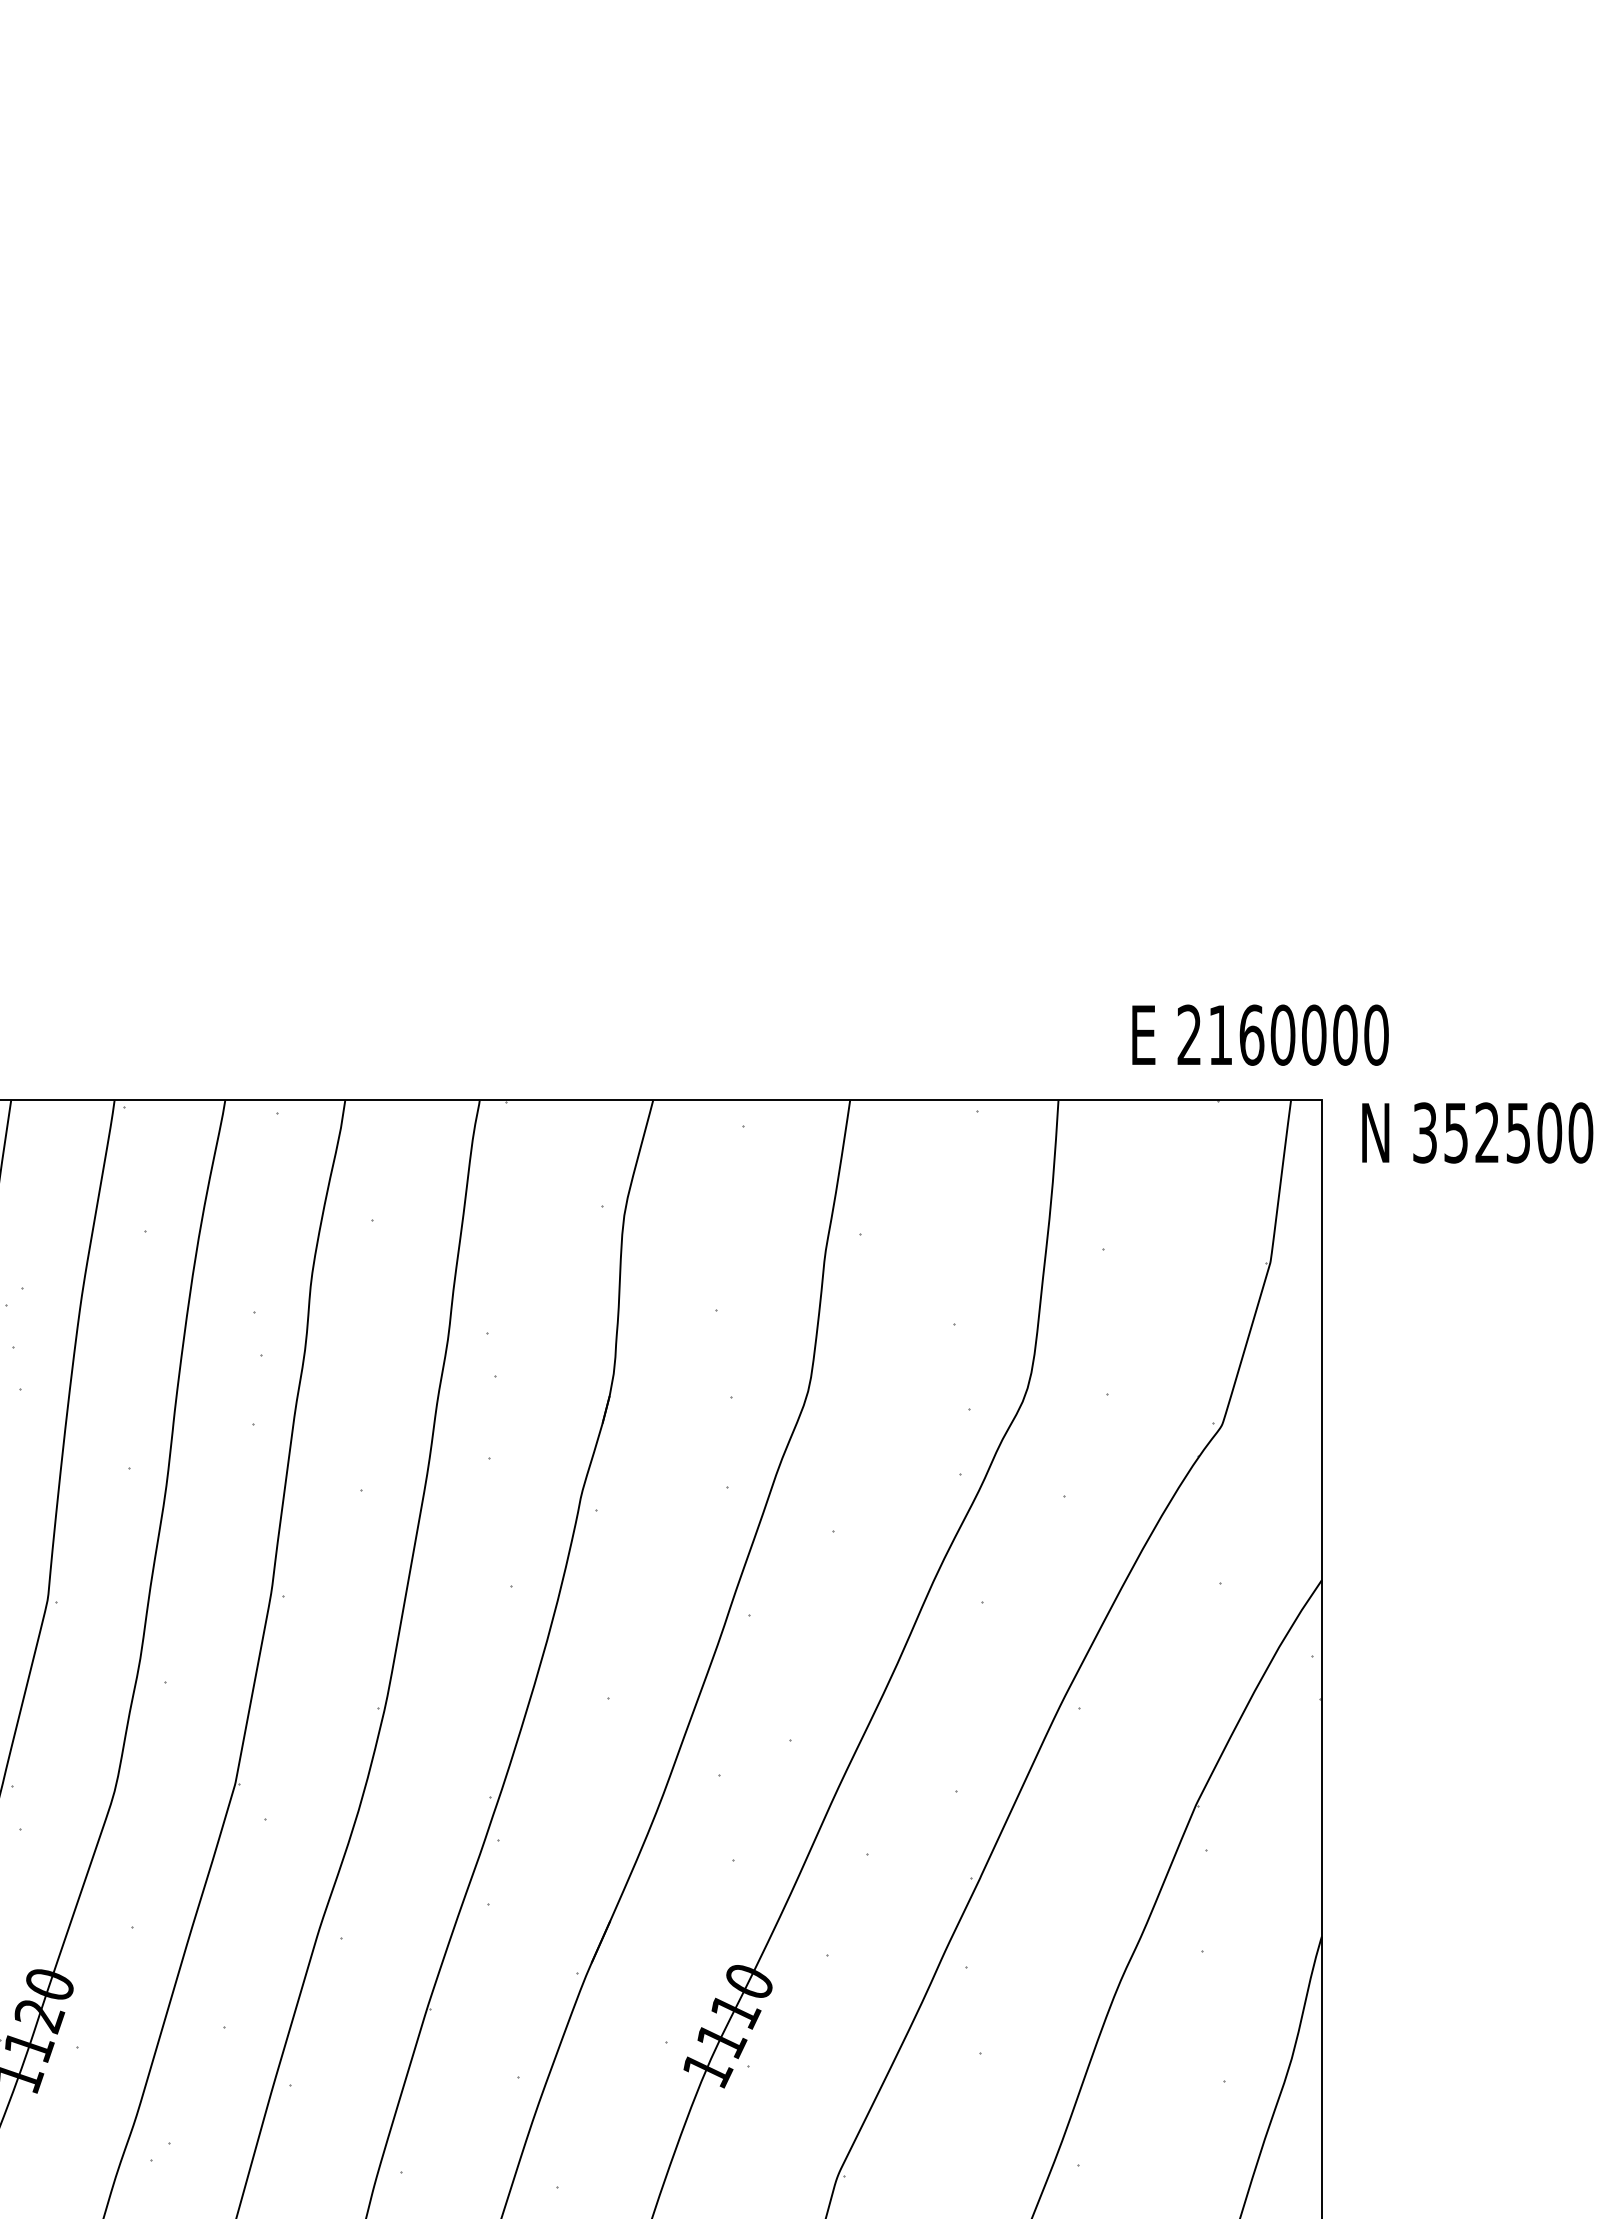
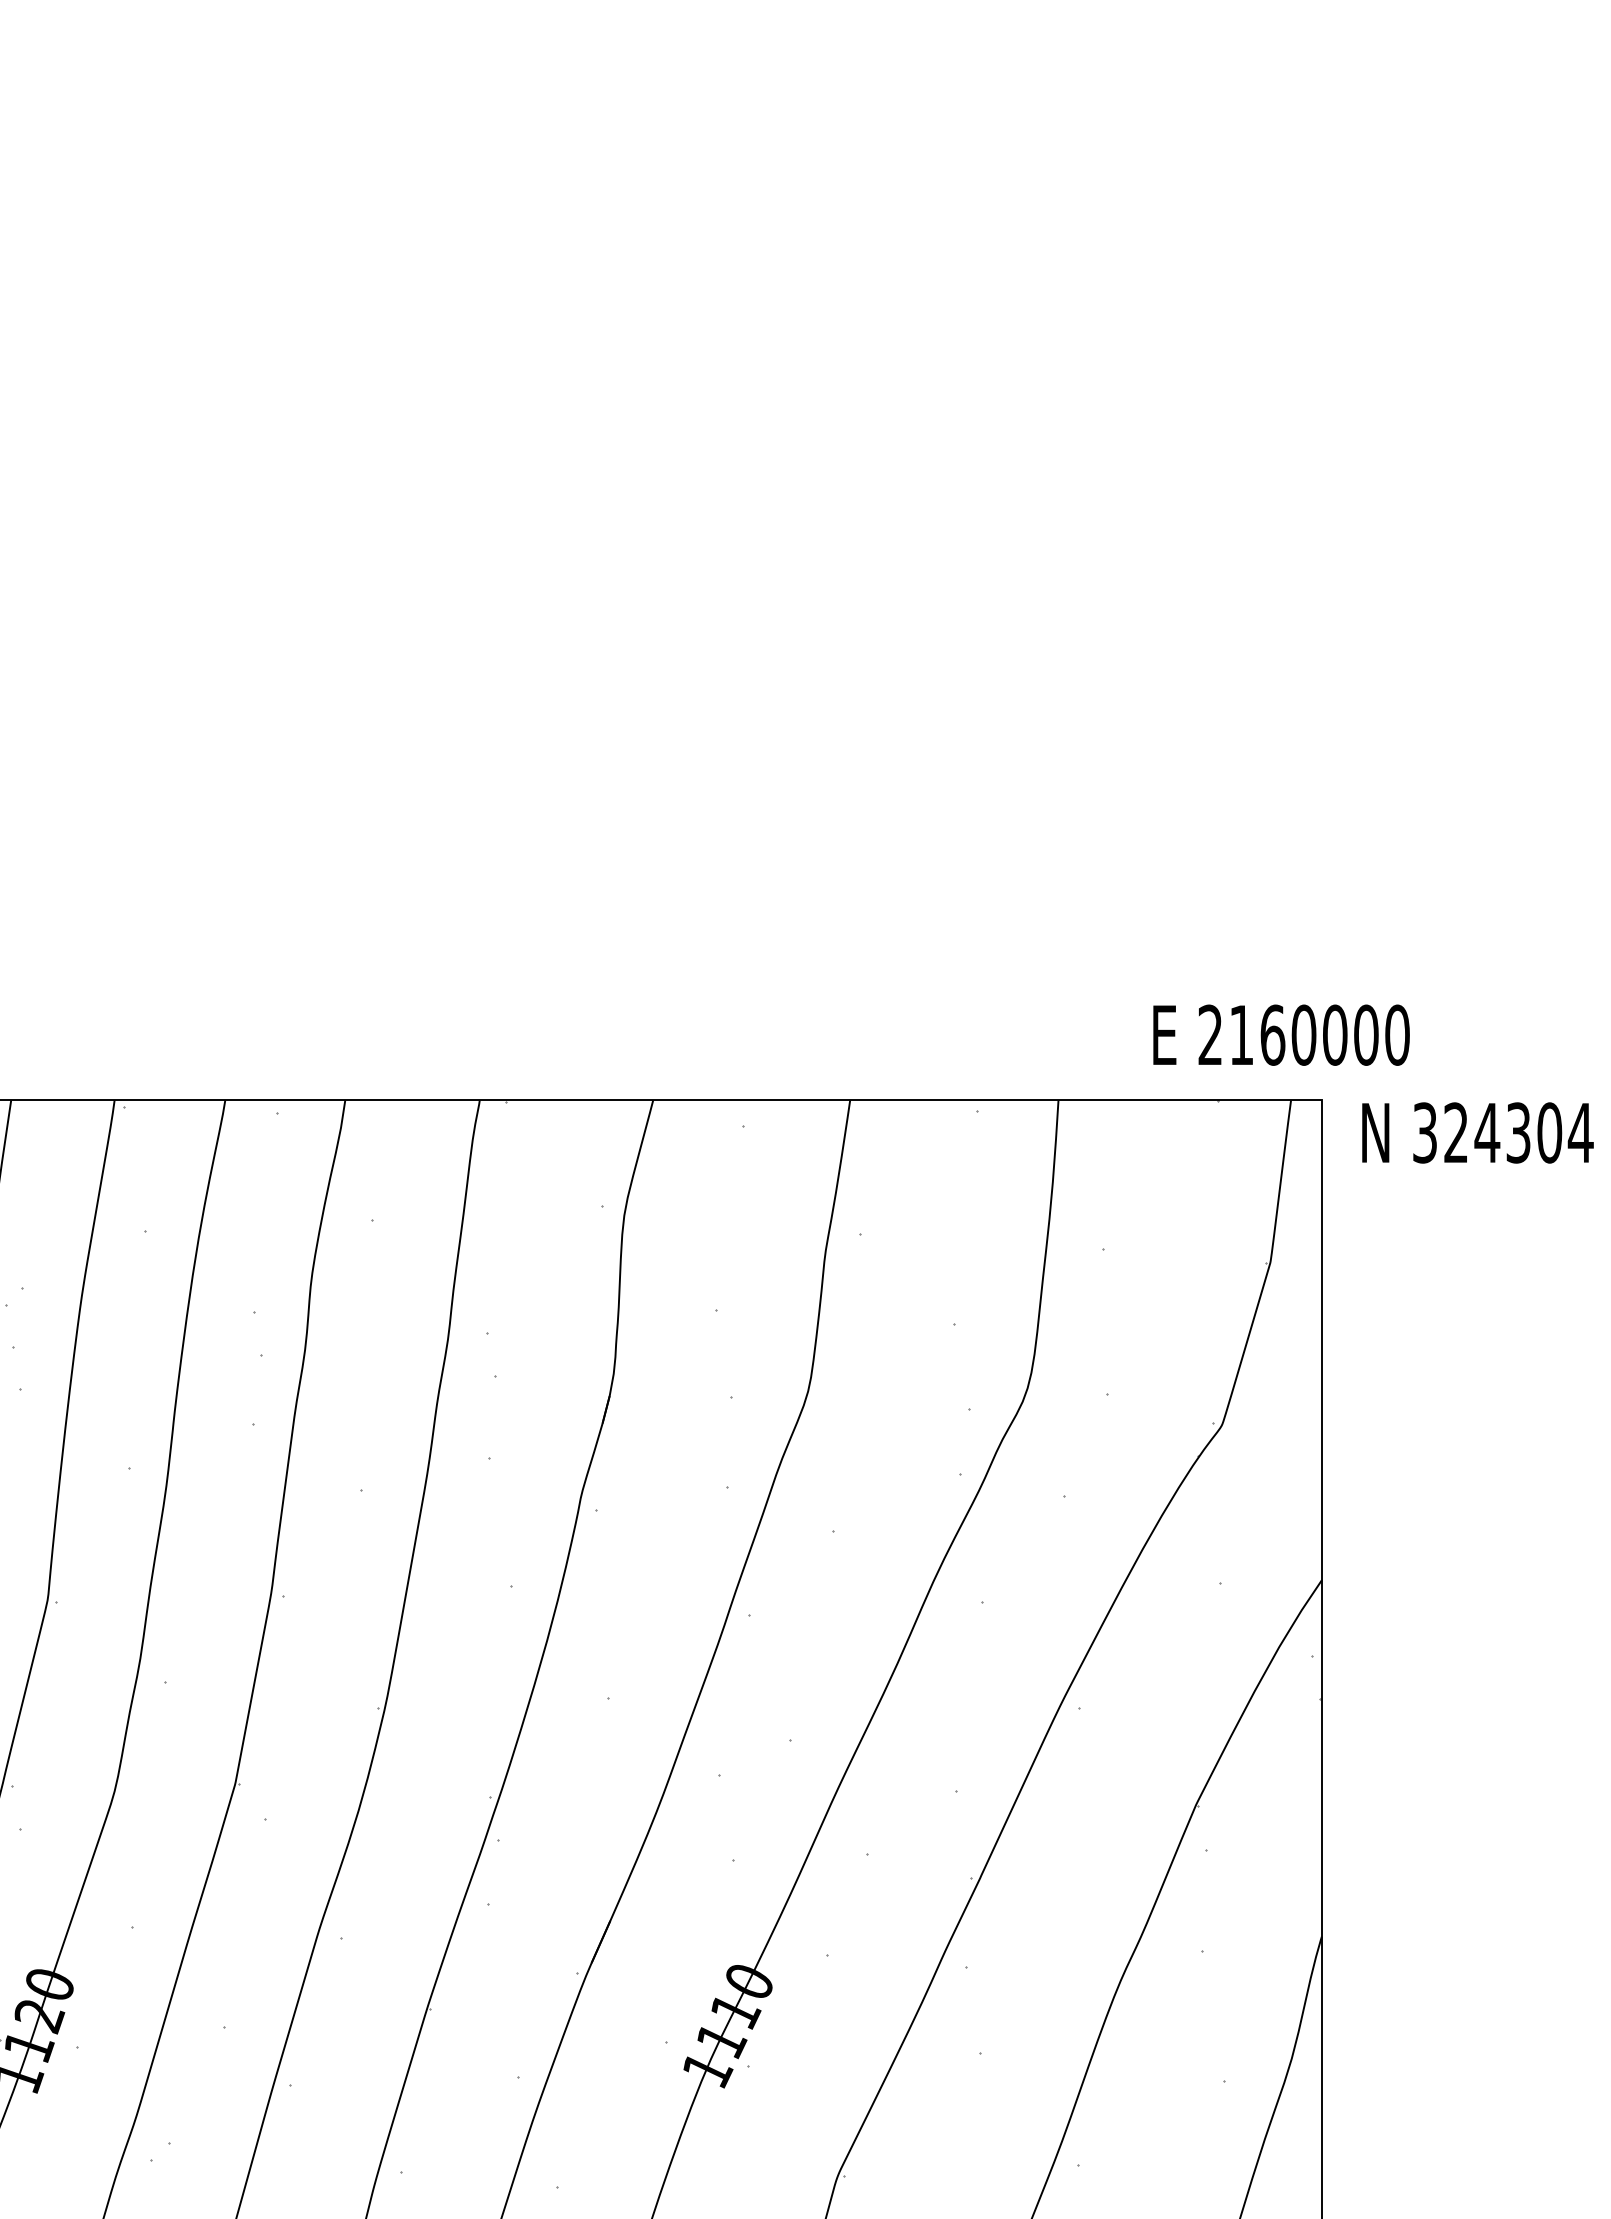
text at (1260, 1034) position: (1260, 1034) -> (1281, 1034)
text at (1518, 1132): 352500 -> 324304
